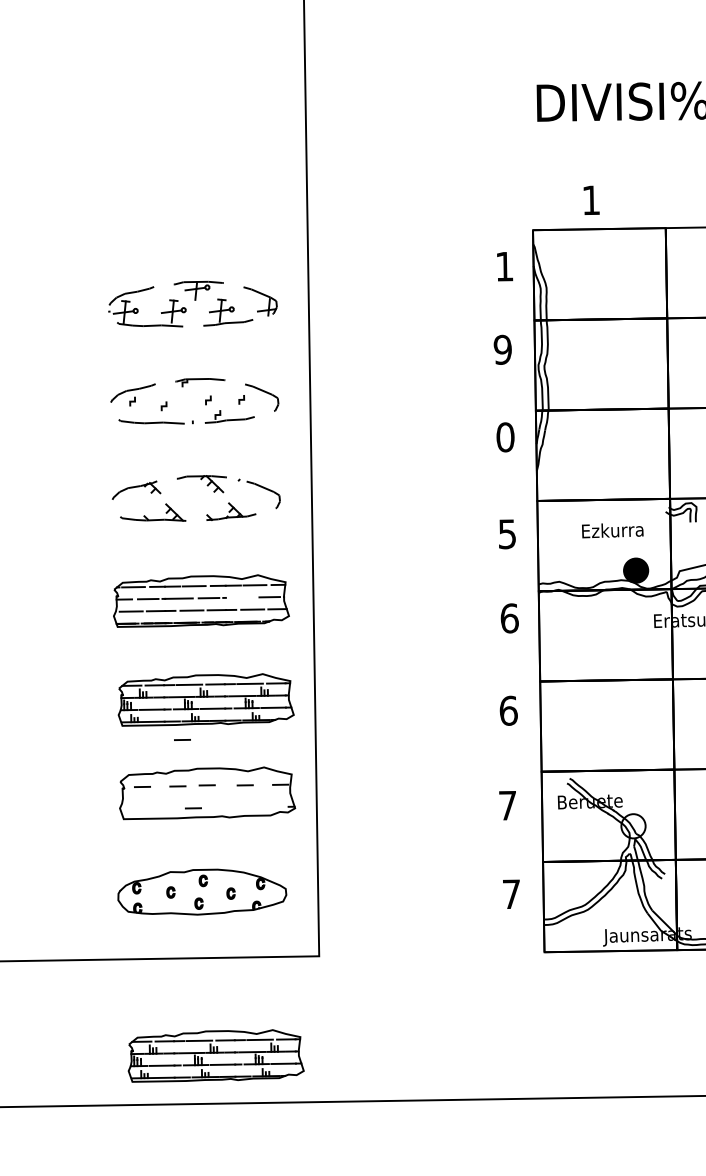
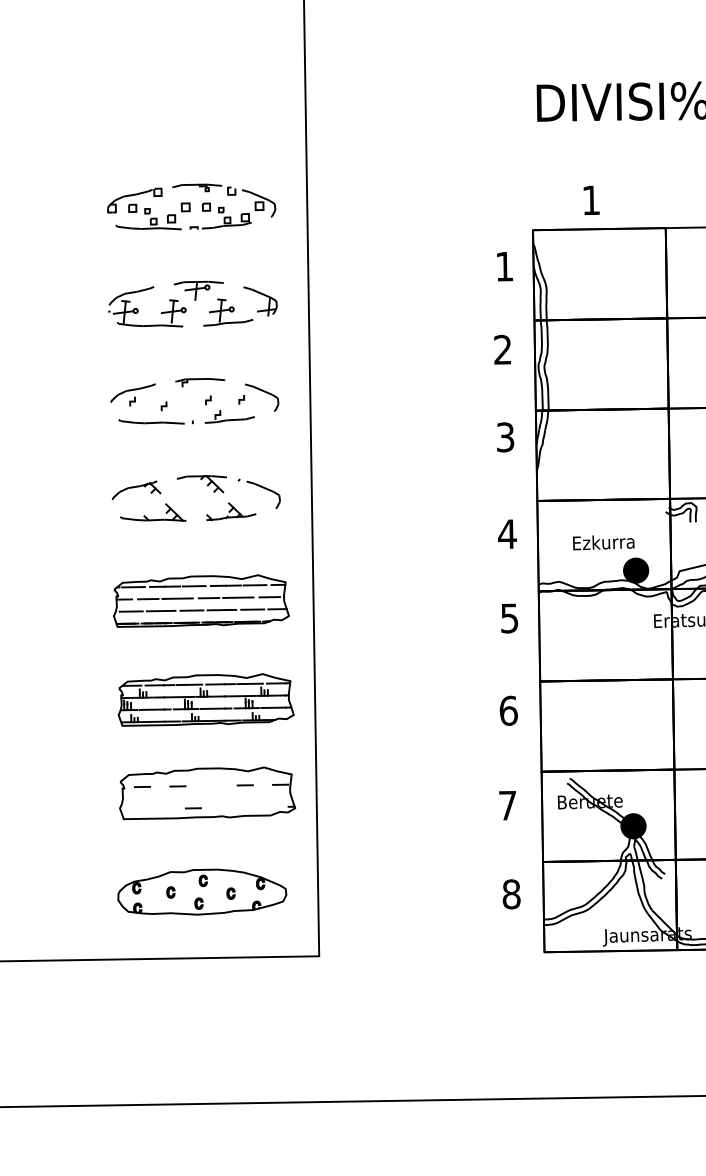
part at (191, 206): none -> present
text at (502, 349): 9 -> 2
text at (505, 437): 0 -> 3
text at (612, 530) position: (612, 530) -> (603, 542)
text at (507, 534): 5 -> 4
line at (239, 597): none -> present
text at (509, 618): 6 -> 5
line at (182, 739): present -> none
line at (206, 785): present -> none
fill at (633, 826): none -> present
text at (511, 894): 7 -> 8
part at (215, 1055): present -> none
